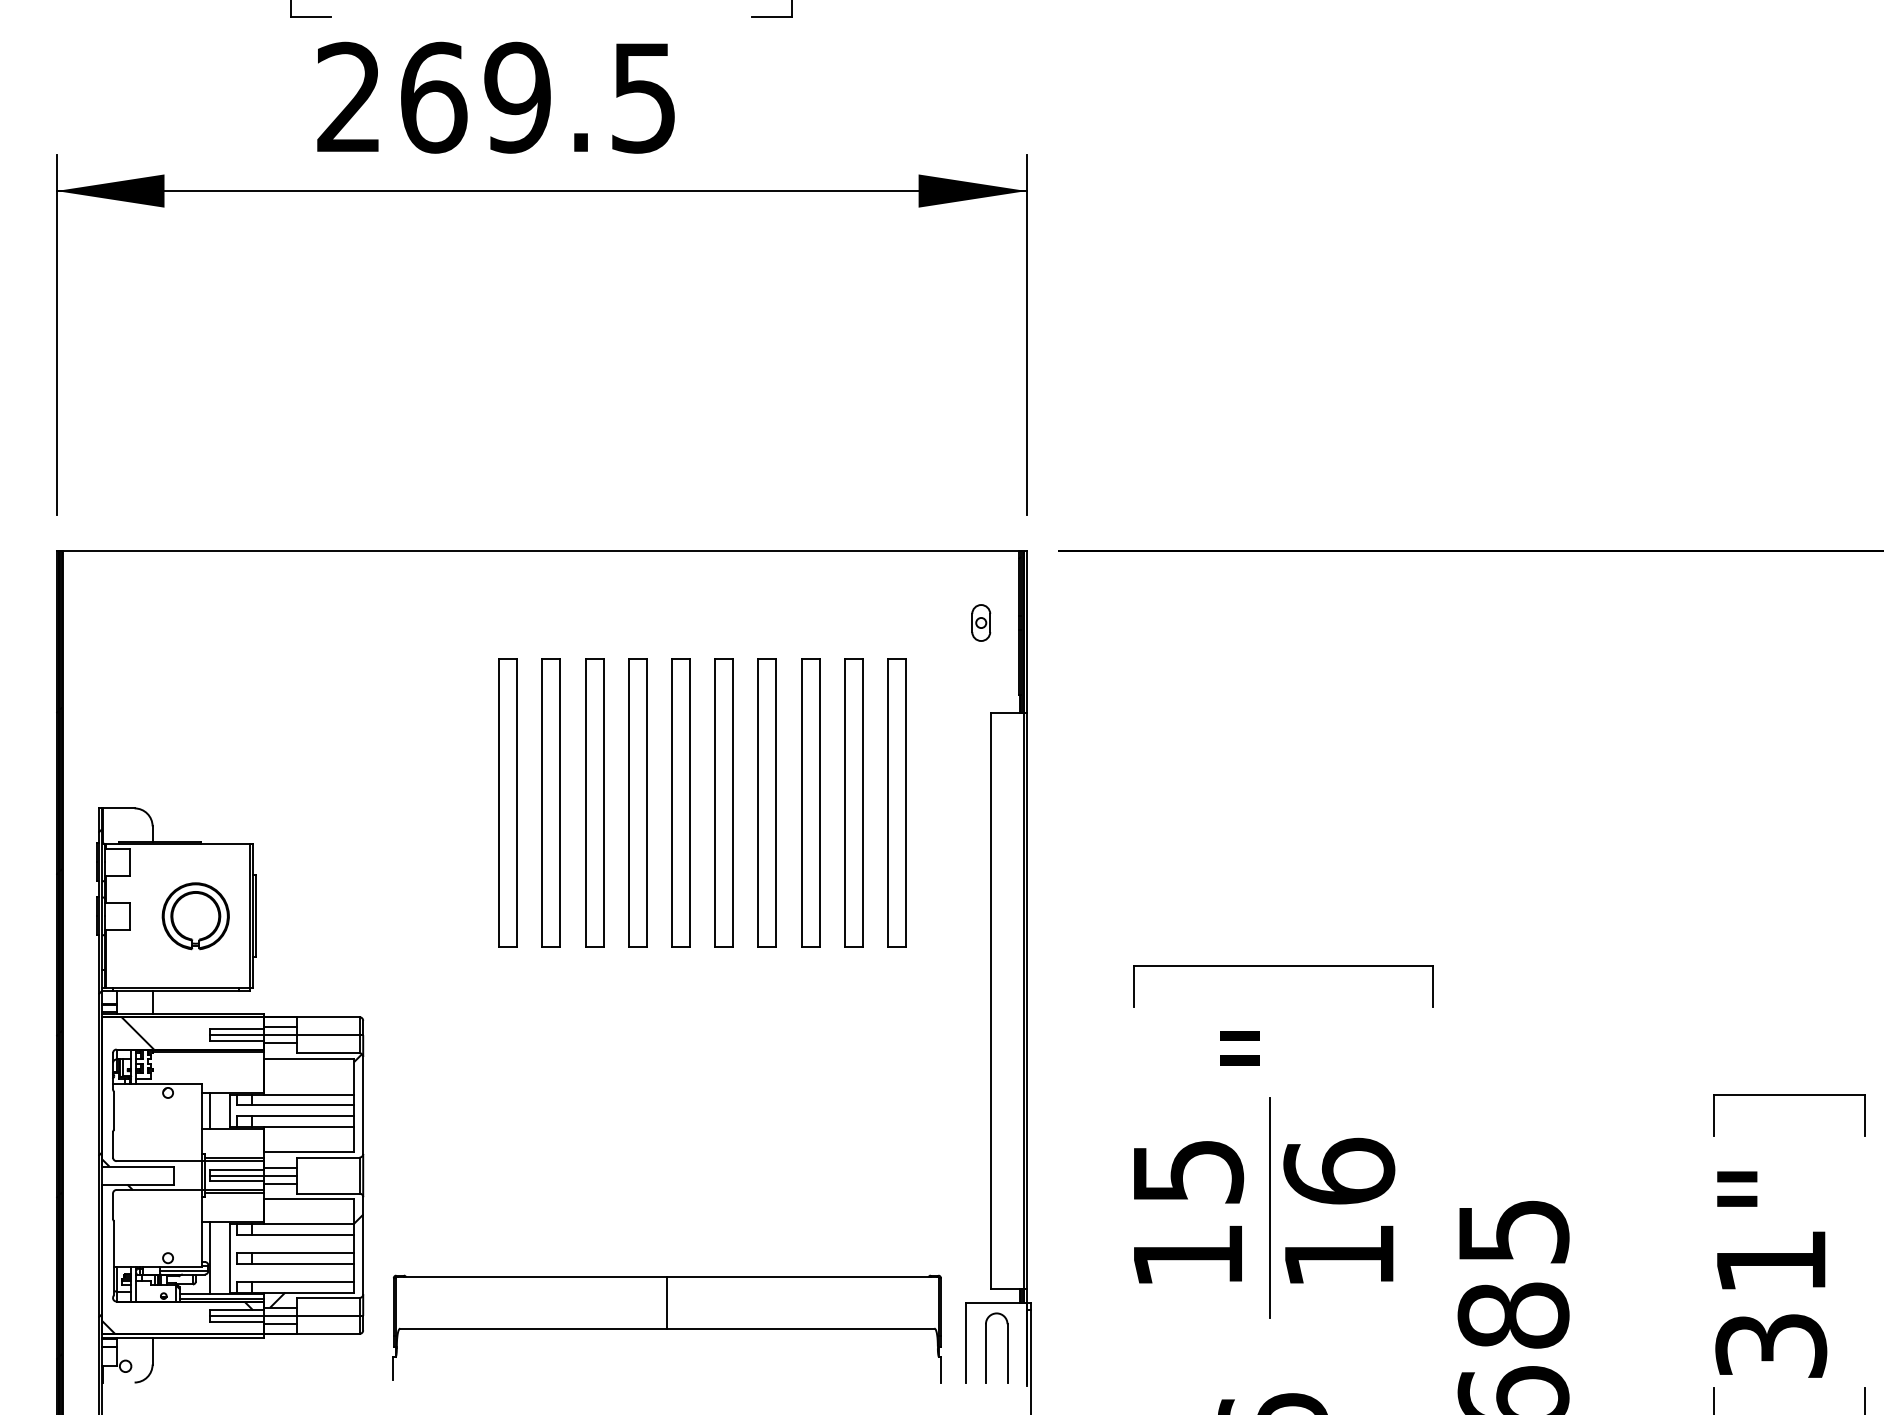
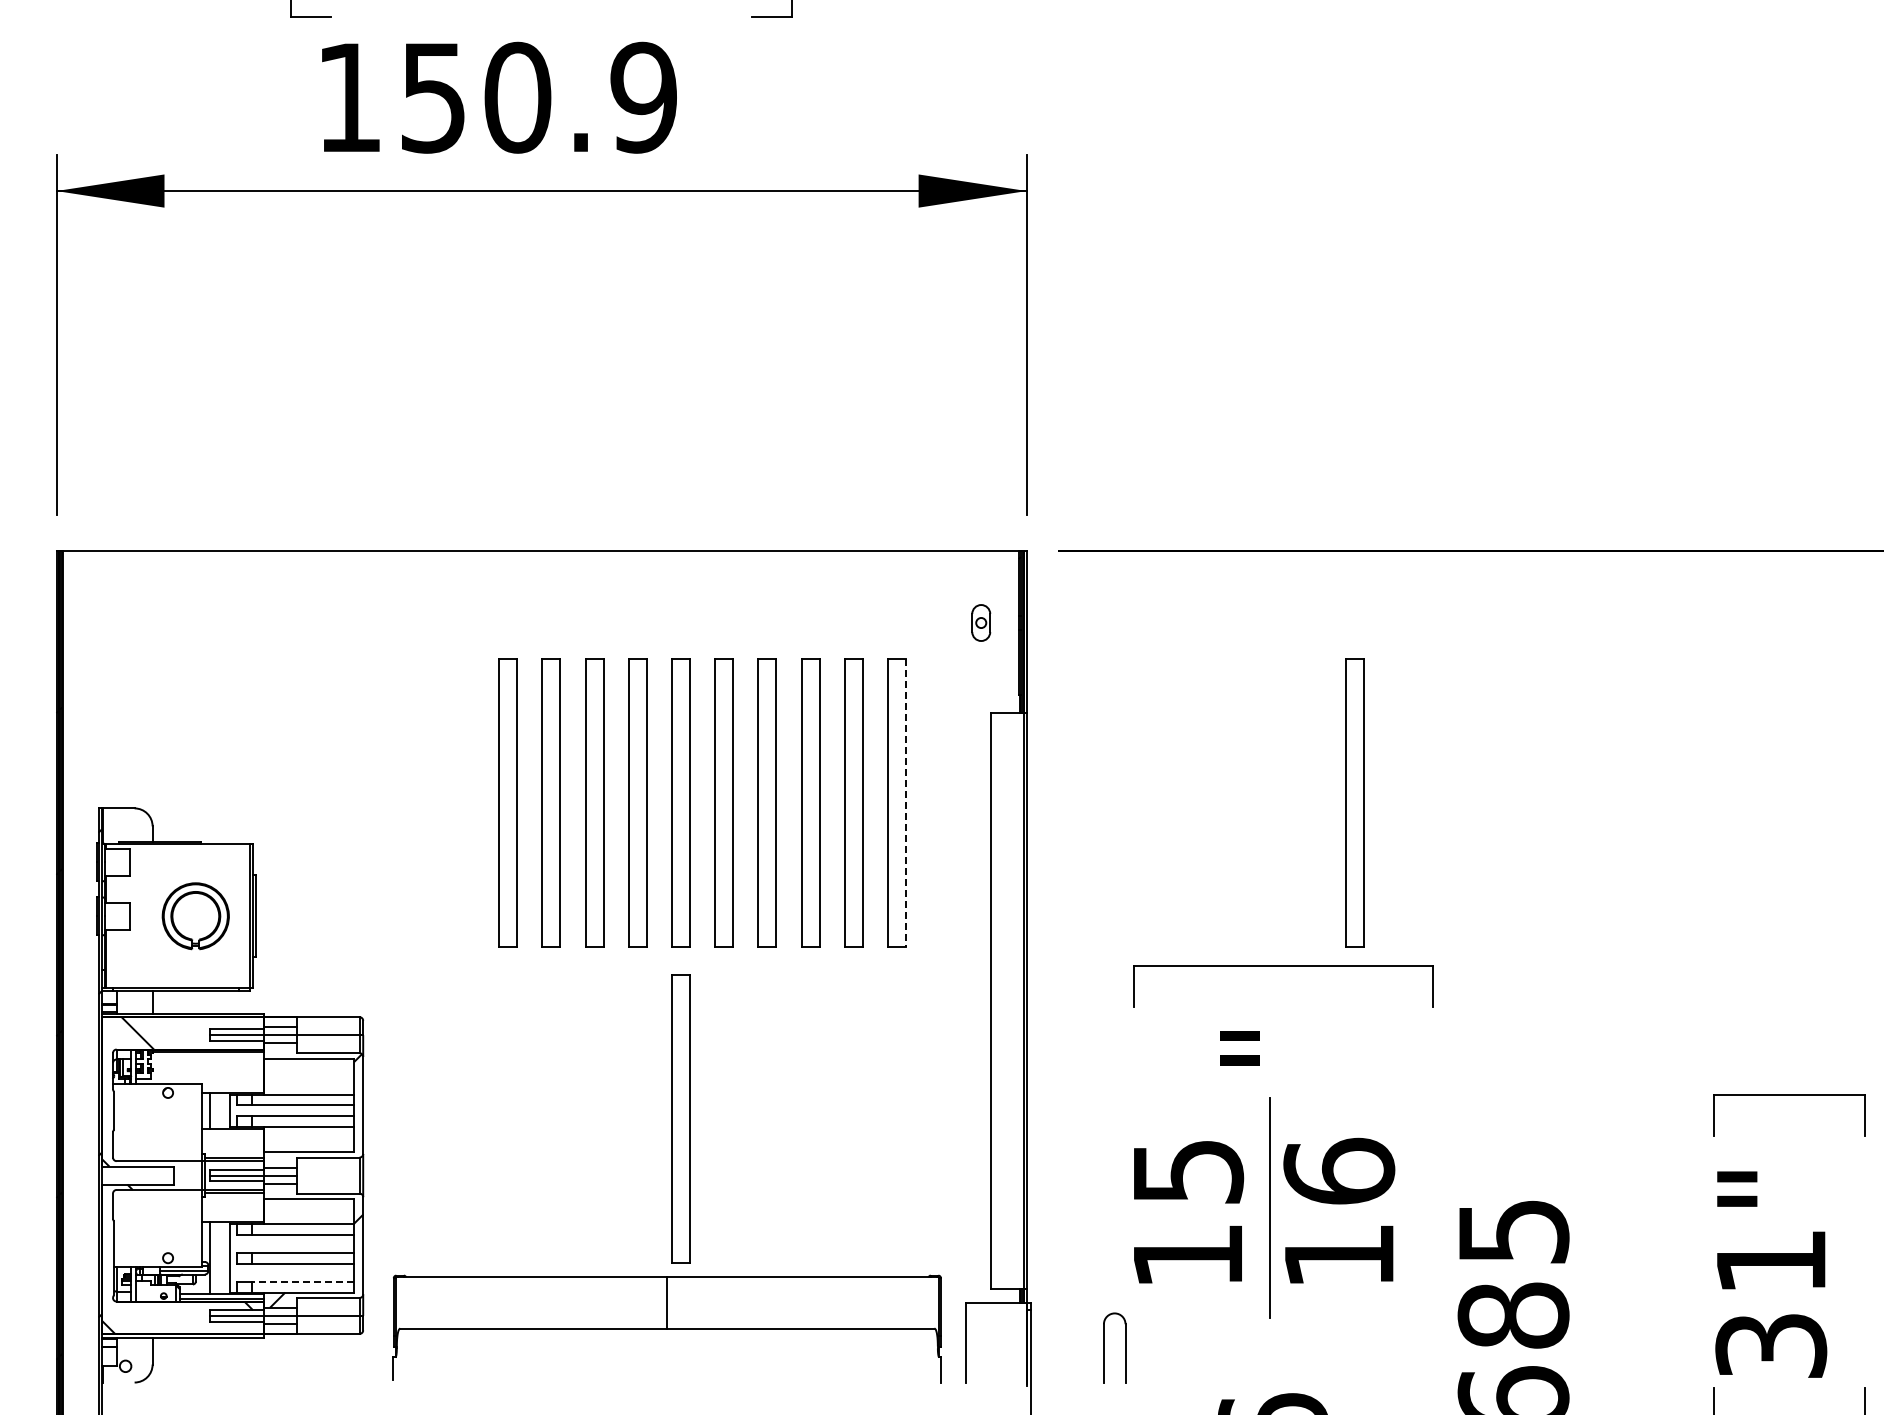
text at (496, 97): 269.5 -> 150.9
part at (1354, 802): none -> present
line at (906, 803): solid -> dashed
part at (680, 1118): none -> present
line at (302, 1281): solid -> dashed
part at (986, 1347) position: (986, 1347) -> (1104, 1347)
